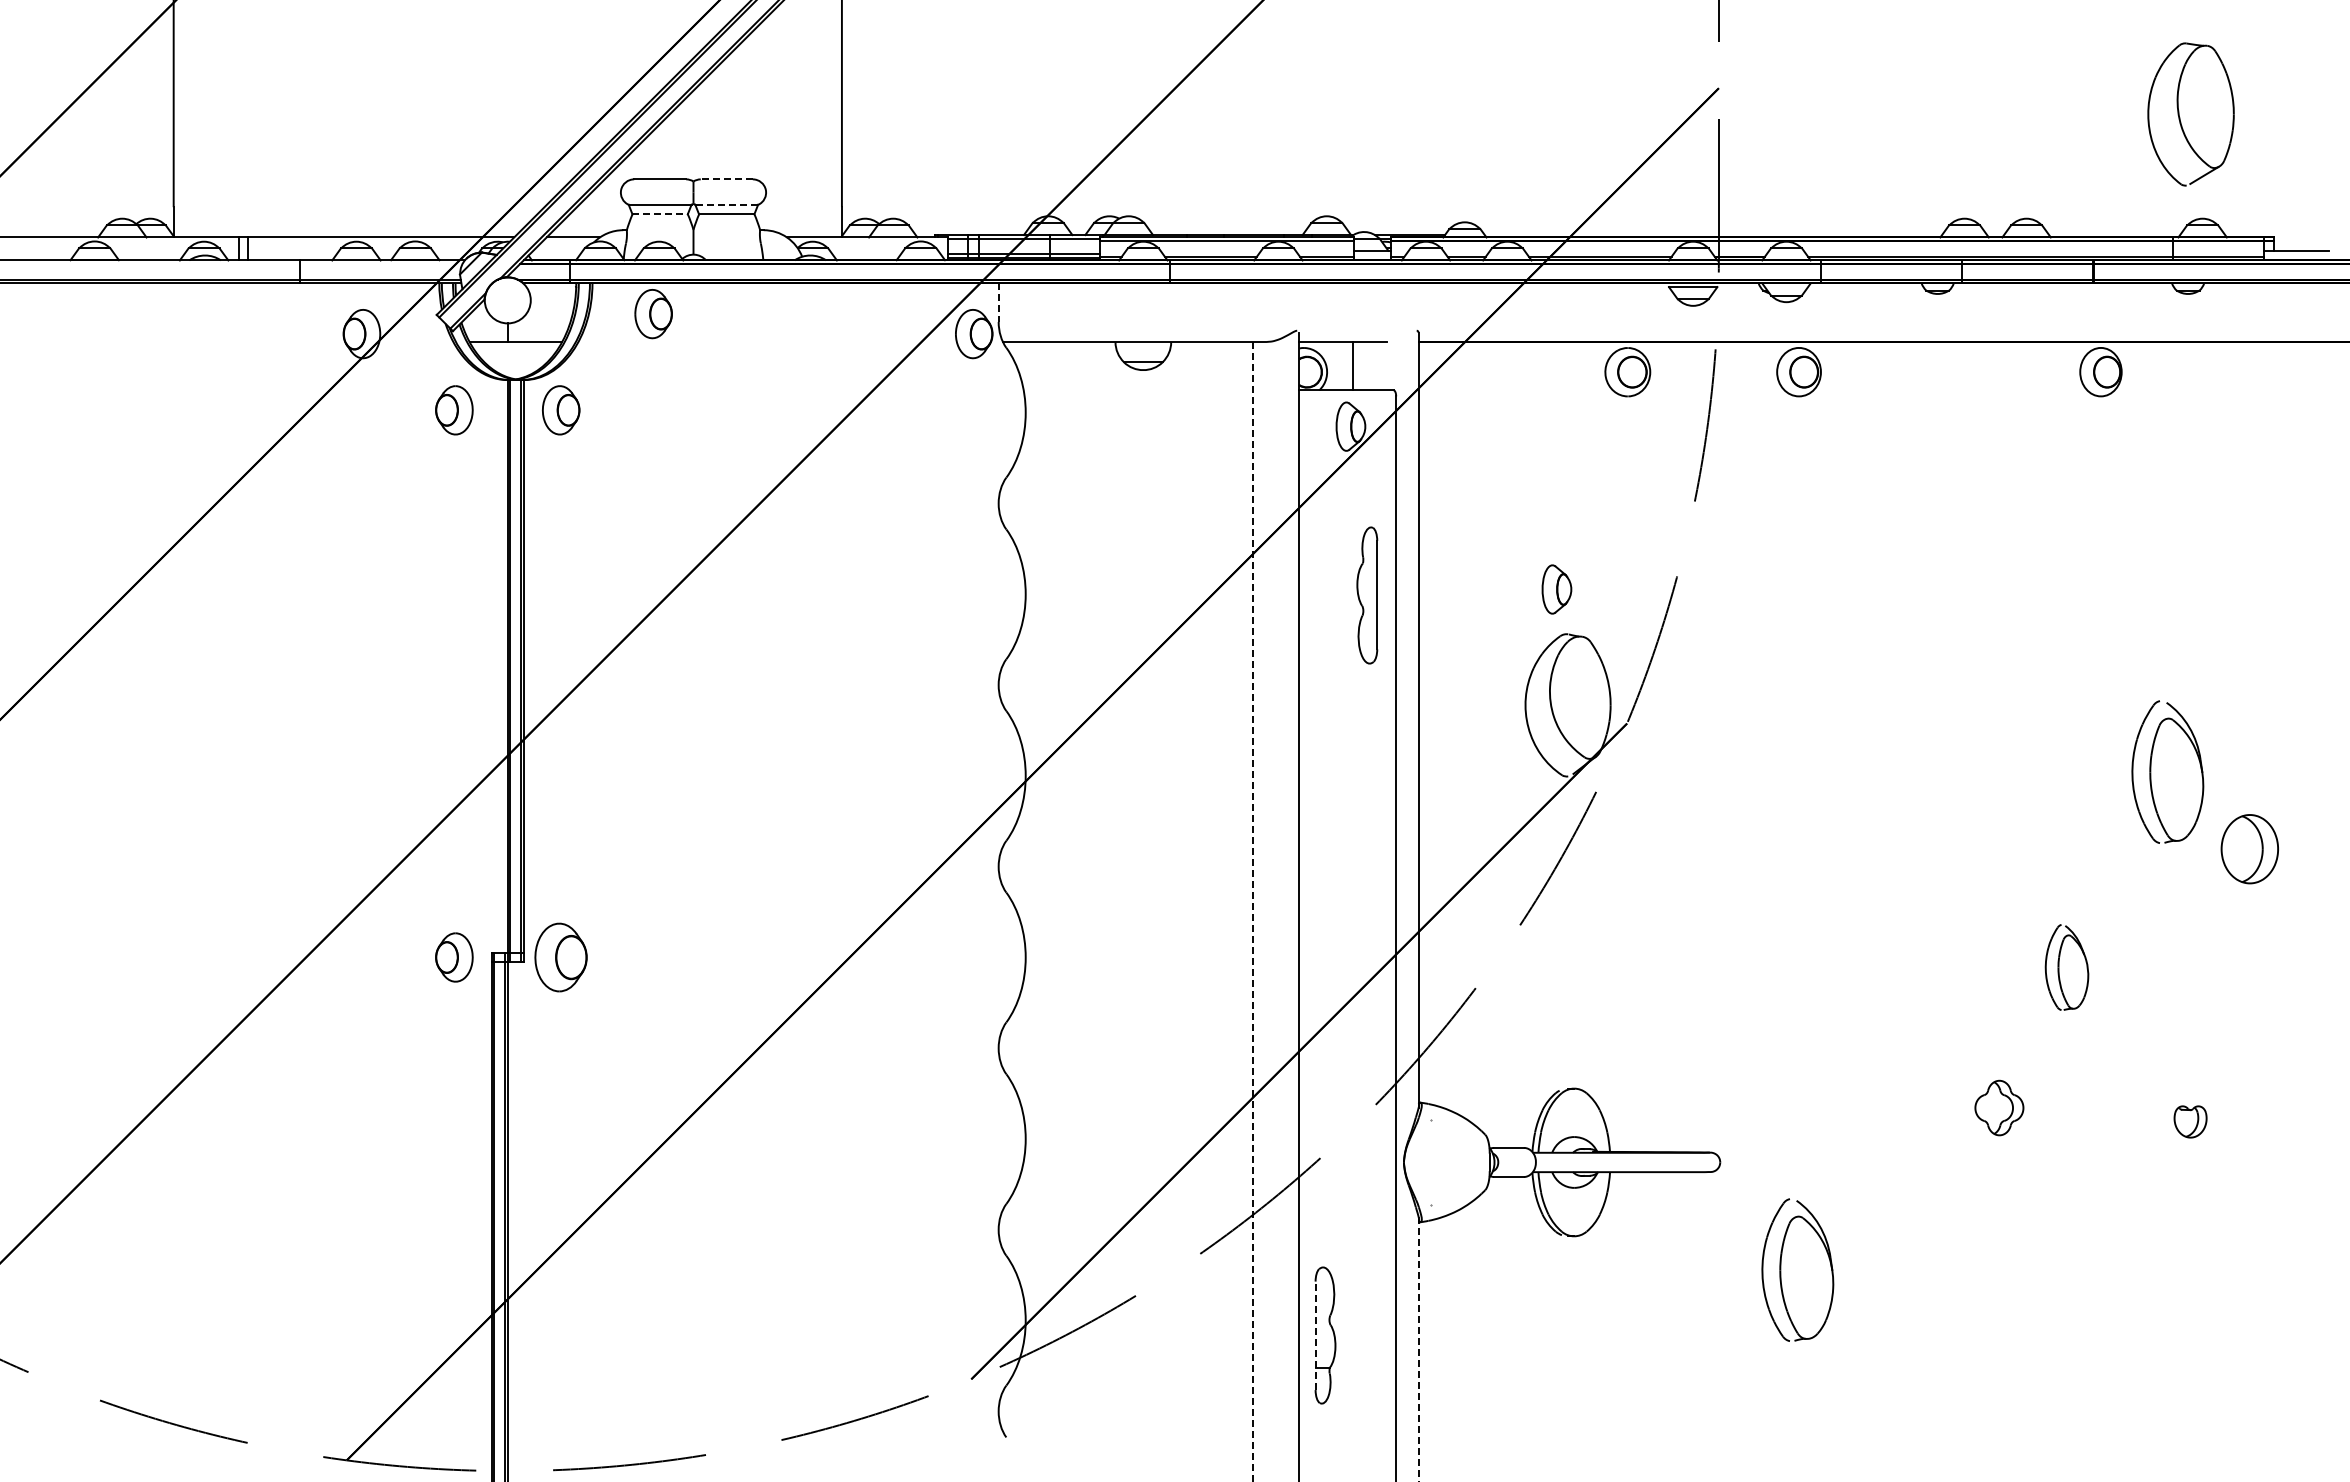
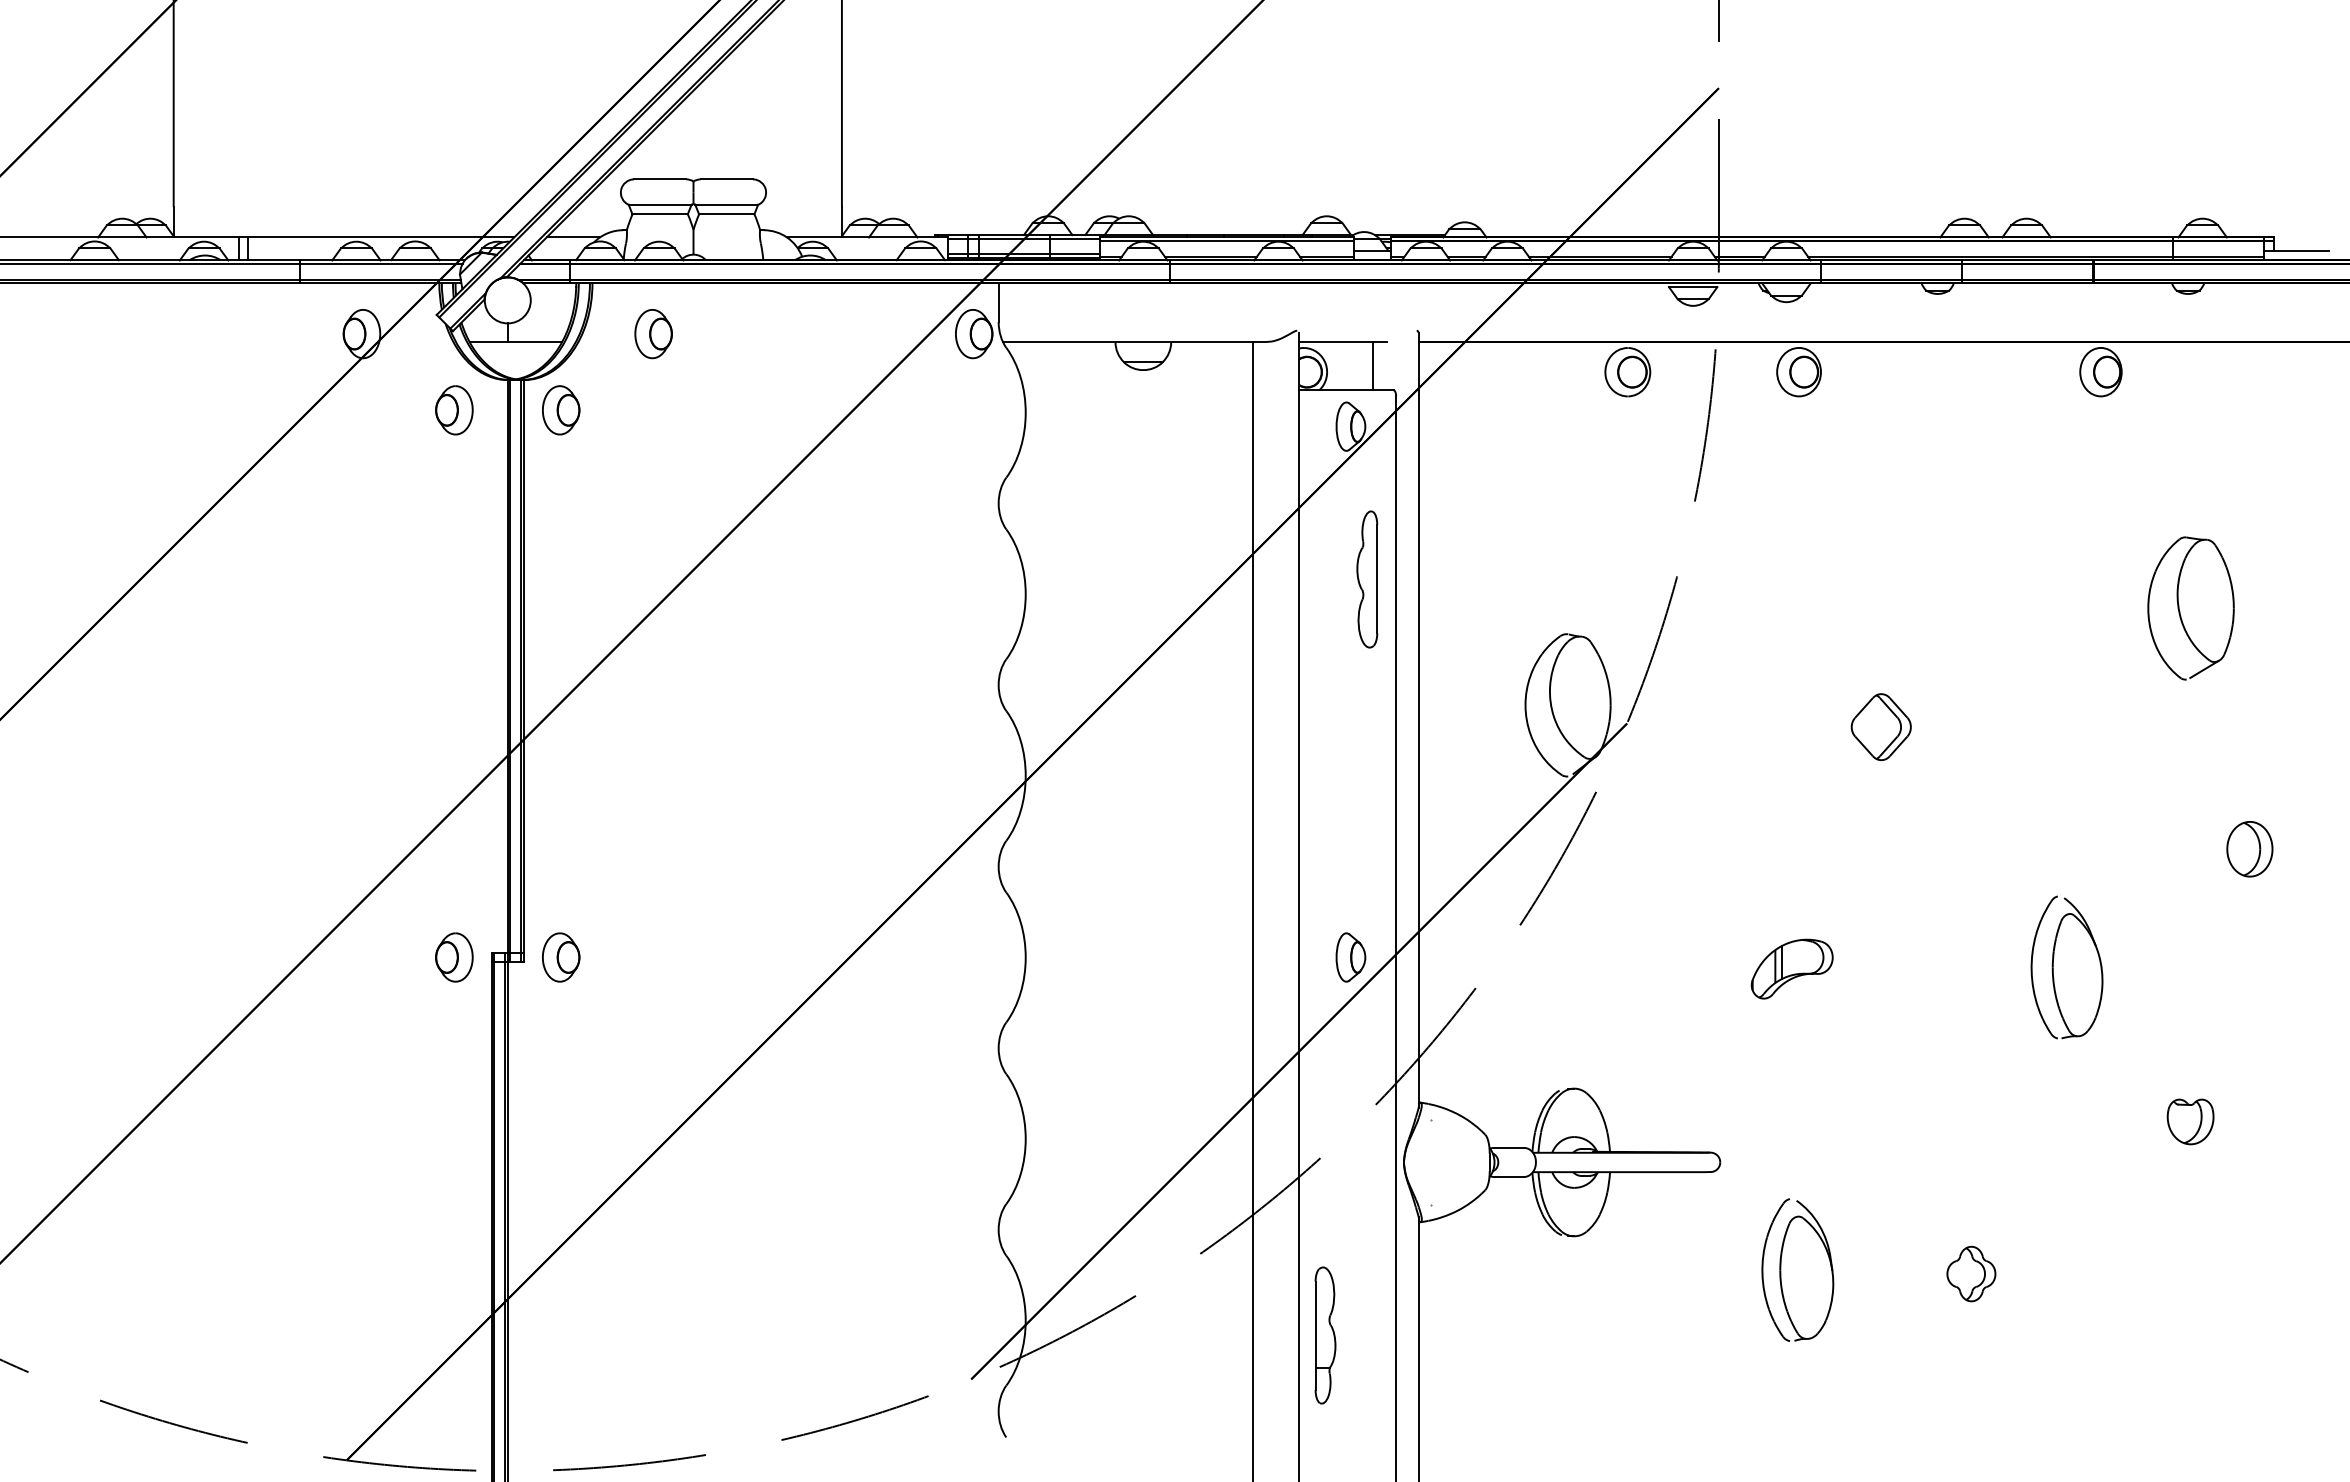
part at (2190, 114) position: (2190, 114) -> (2190, 608)
line at (726, 179): dashed -> solid
line at (726, 204): dashed -> solid
line at (660, 214): dashed -> solid
line at (232, 264): none -> present
line at (998, 303): dashed -> solid
part at (653, 314) position: (653, 314) -> (653, 334)
line at (1352, 365) position: (1352, 365) -> (1372, 365)
part at (1556, 589) position: (1556, 589) -> (1350, 957)
part at (1367, 595) position: (1367, 595) -> (1367, 579)
part at (1880, 726): none -> present
part at (2167, 771): present -> none
part at (2249, 849) size: 59x71 px -> 48x57 px
line at (1253, 911): dashed -> solid
part at (560, 957) size: 54x71 px -> 39x51 px
part at (2066, 967) size: 46x87 px -> 74x145 px
part at (1791, 968): none -> present
part at (1999, 1107) position: (1999, 1107) -> (1971, 1273)
part at (2190, 1121) size: 35x34 px -> 49x48 px
line at (1315, 1335): dashed -> solid
line at (1418, 1349): dashed -> solid
